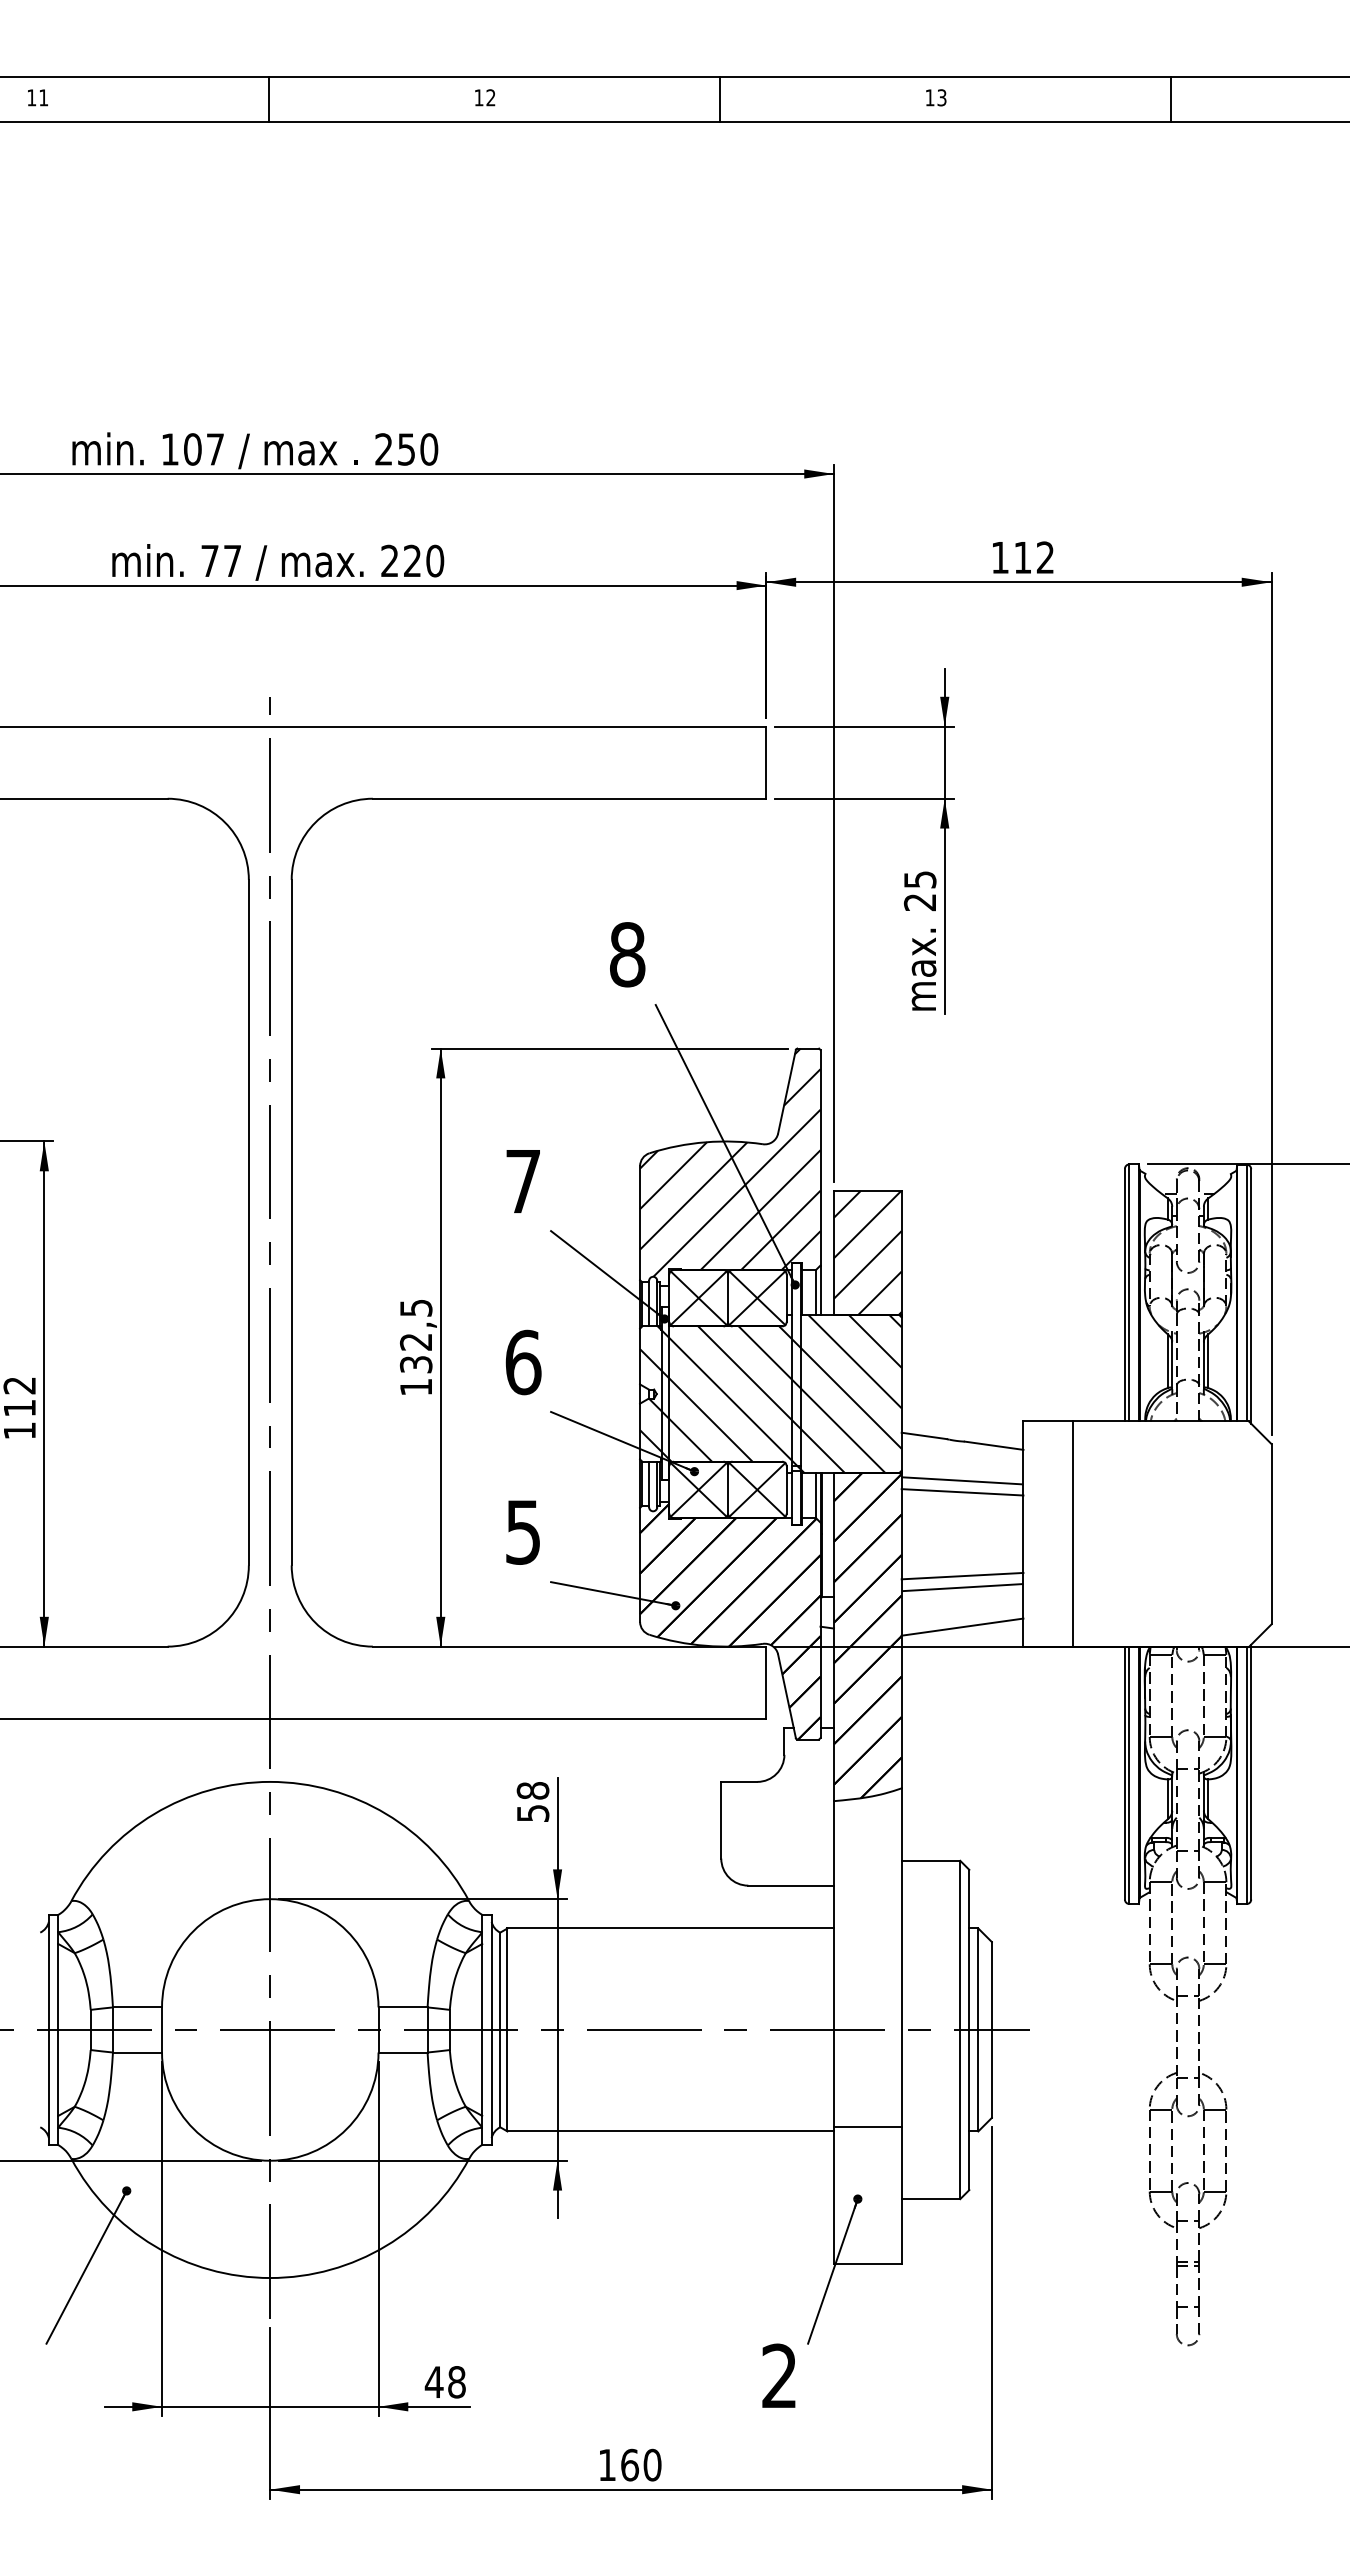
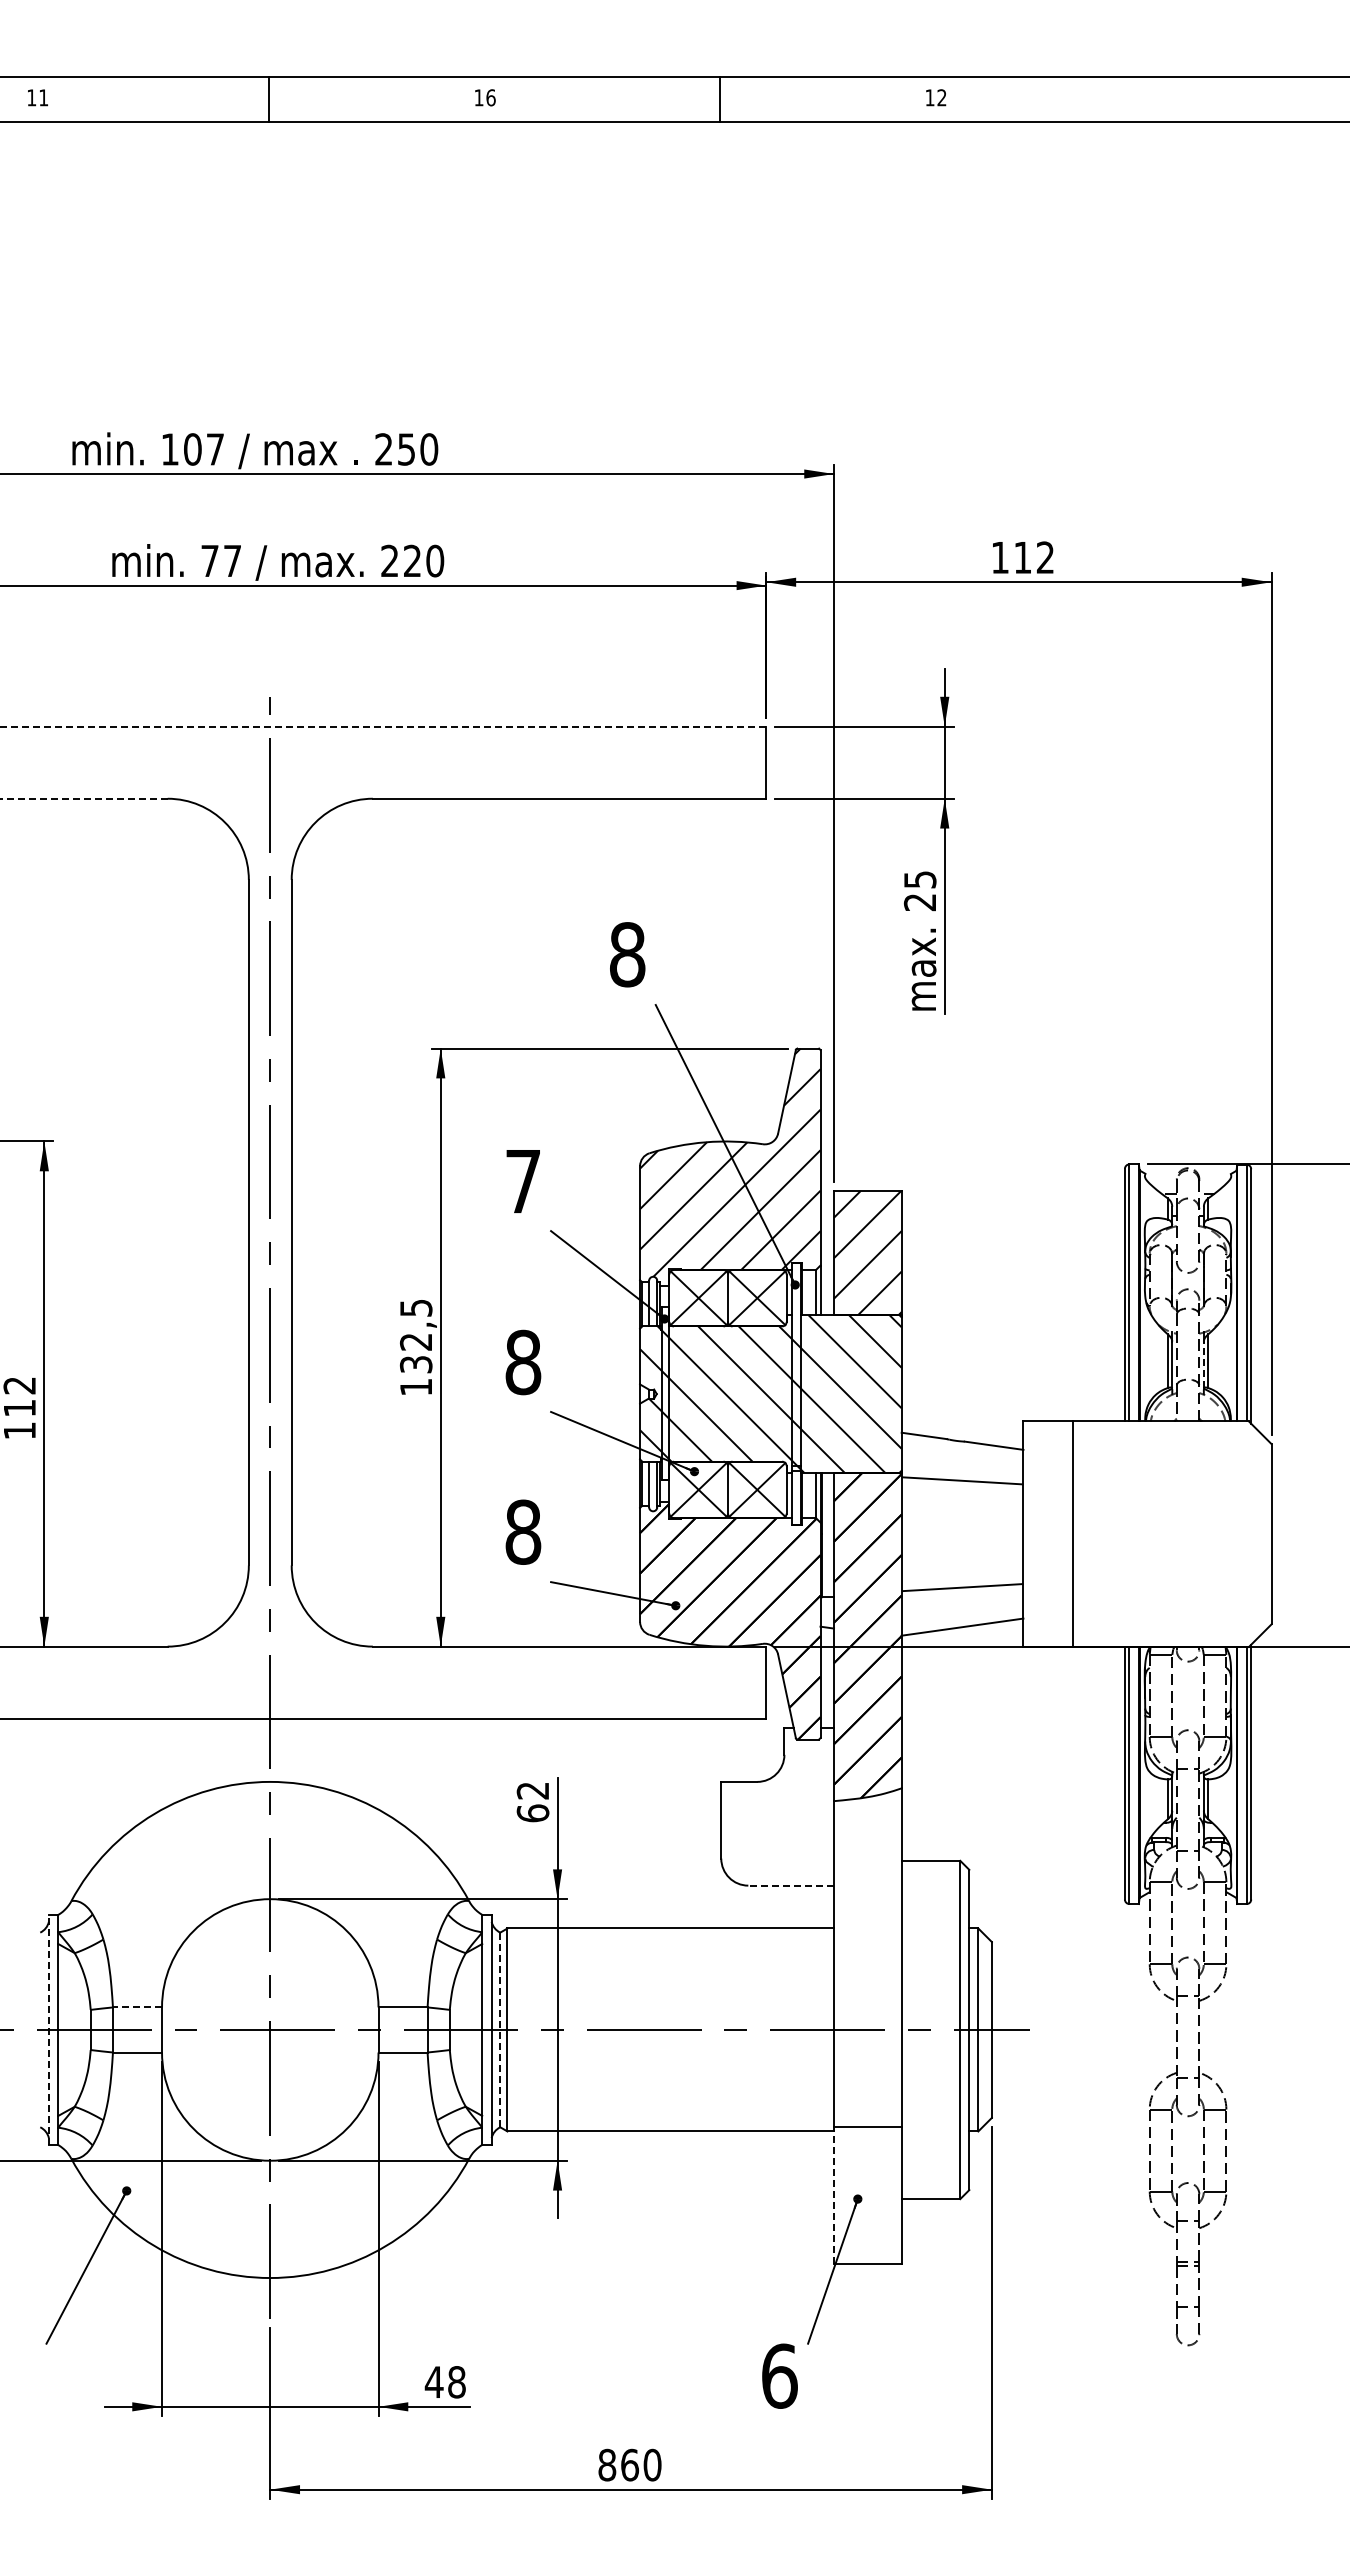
text at (490, 97): 12 -> 16
text at (941, 97): 13 -> 12
line at (1170, 99): present -> none
line at (382, 726): solid -> dashed
line at (83, 798): solid -> dashed
text at (523, 1362): 6 -> 8
line at (1203, 1364): solid -> dashed
line at (962, 1492): present -> none
text at (523, 1531): 5 -> 8
line at (962, 1575): present -> none
text at (532, 1802): 58 -> 62
line at (791, 1885): solid -> dashed
line at (137, 2007): solid -> dashed
line at (48, 2029): solid -> dashed
line at (500, 2029): solid -> dashed
line at (834, 2195): solid -> dashed
text at (779, 2375): 2 -> 6
text at (607, 2464): 160 -> 860
